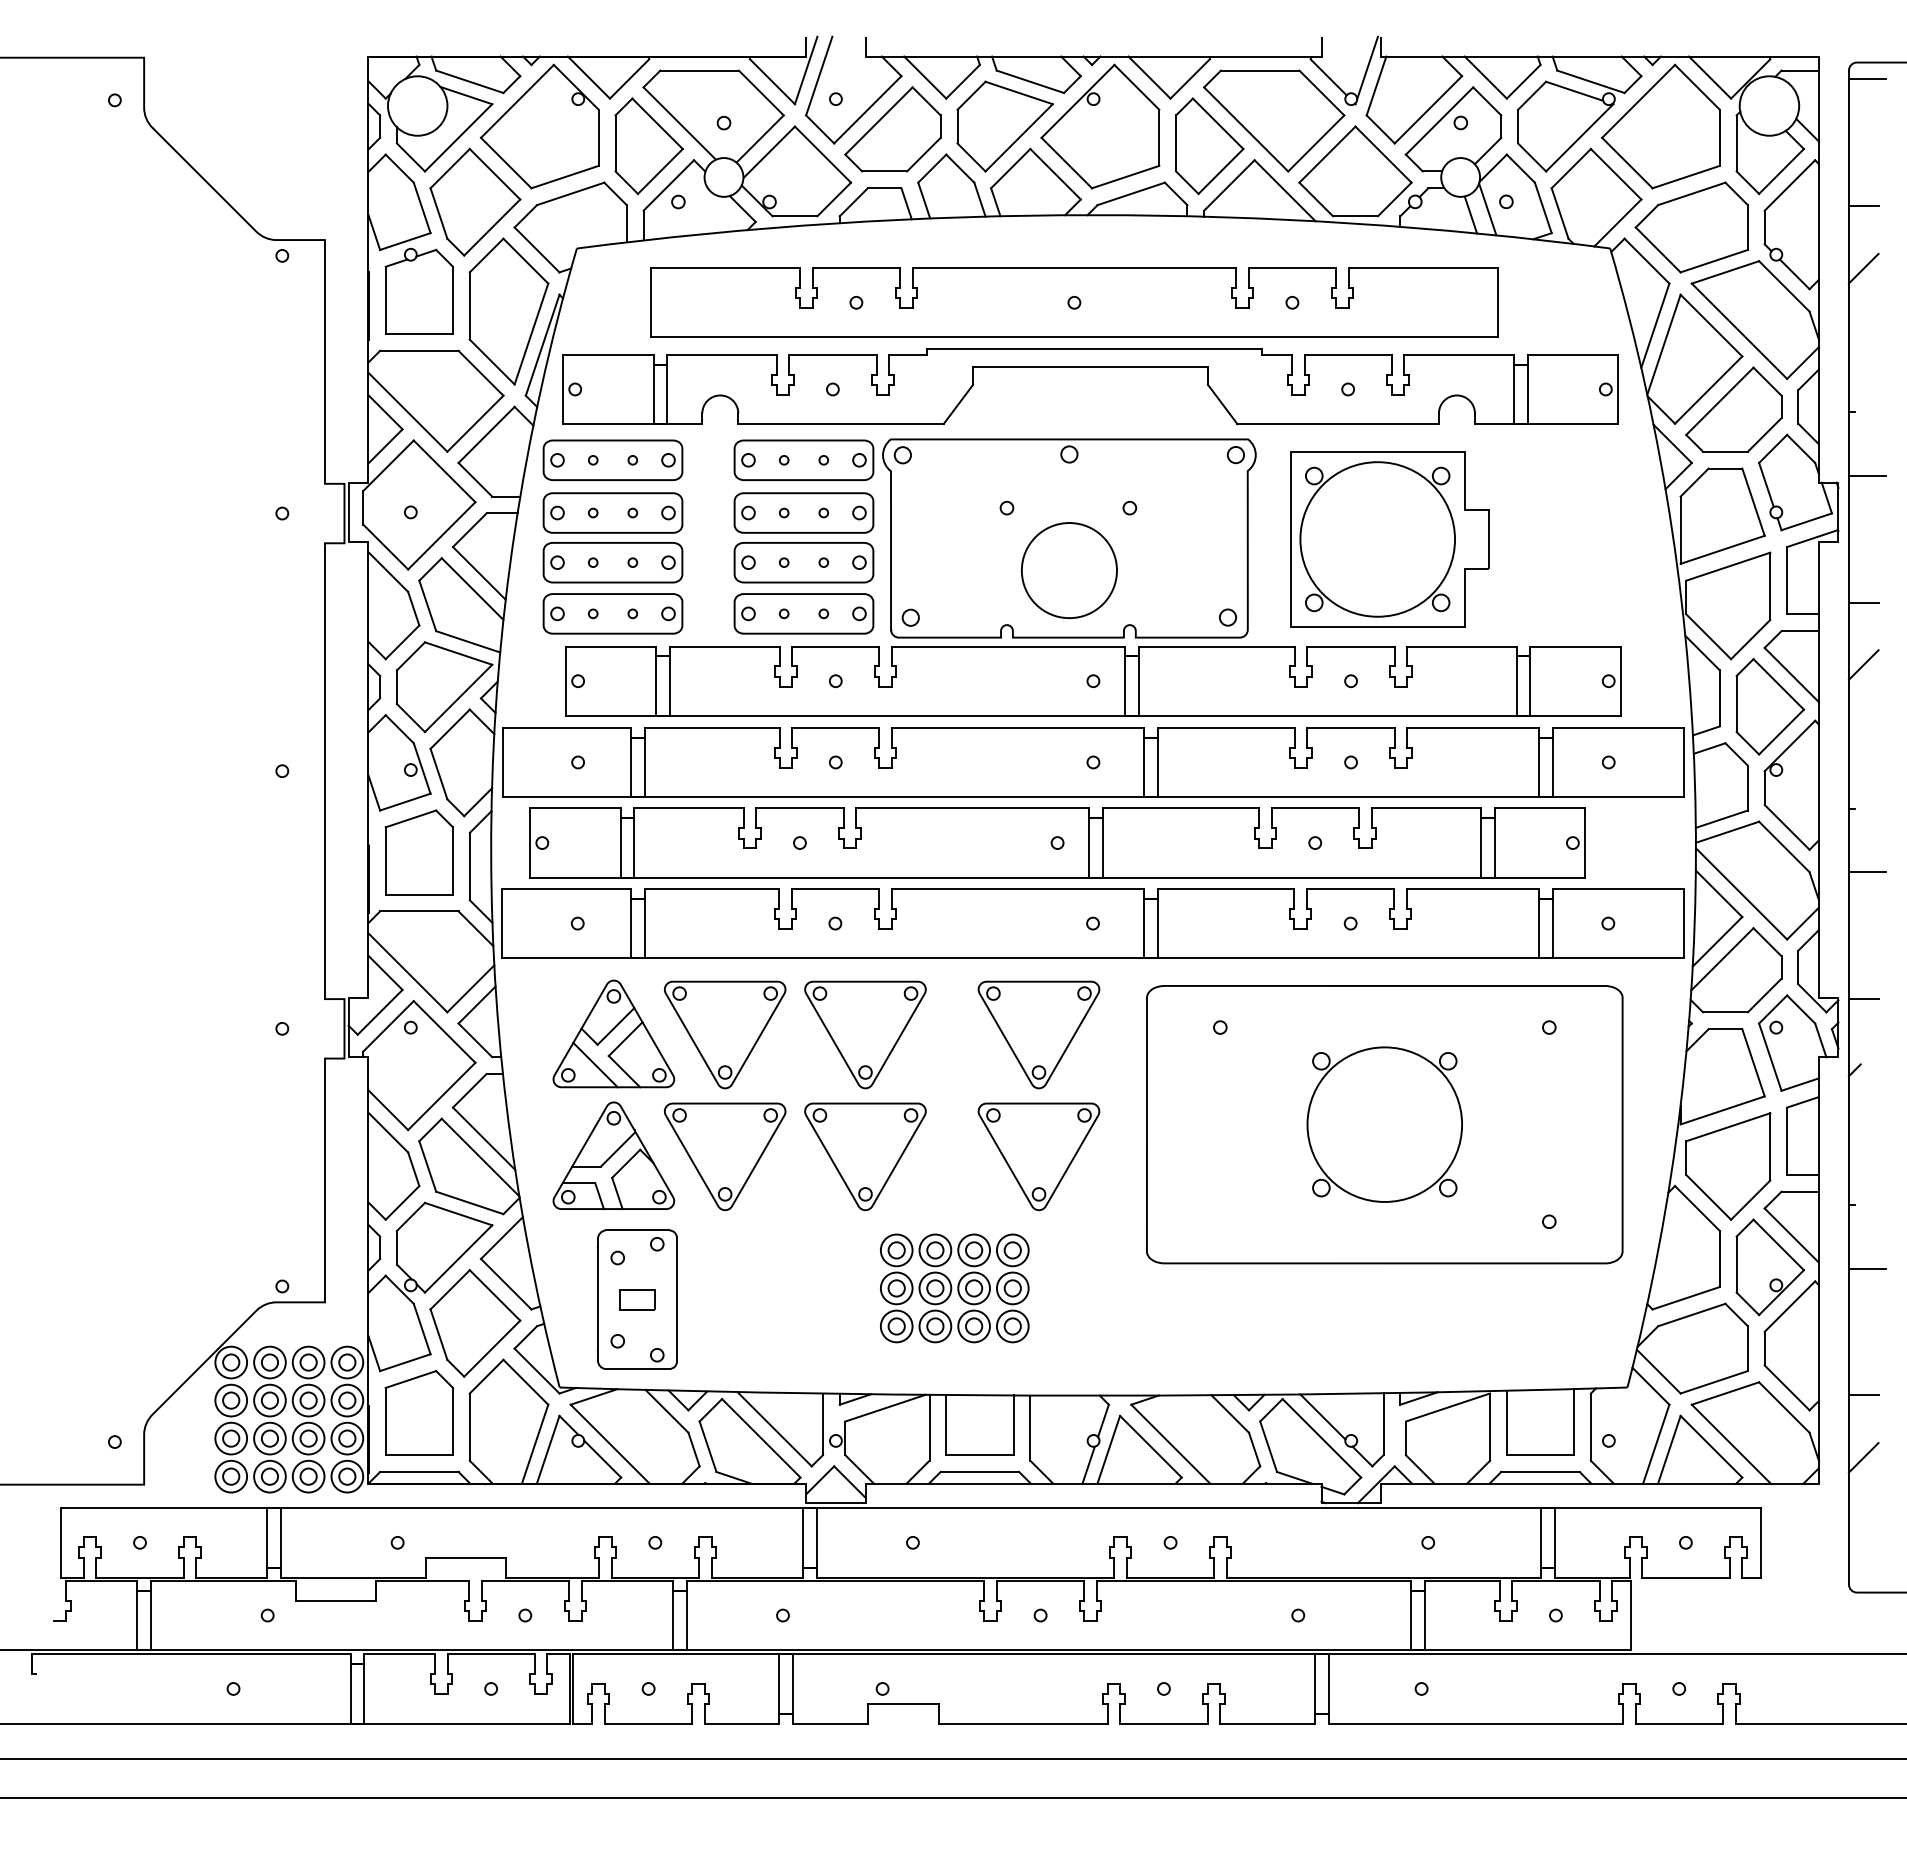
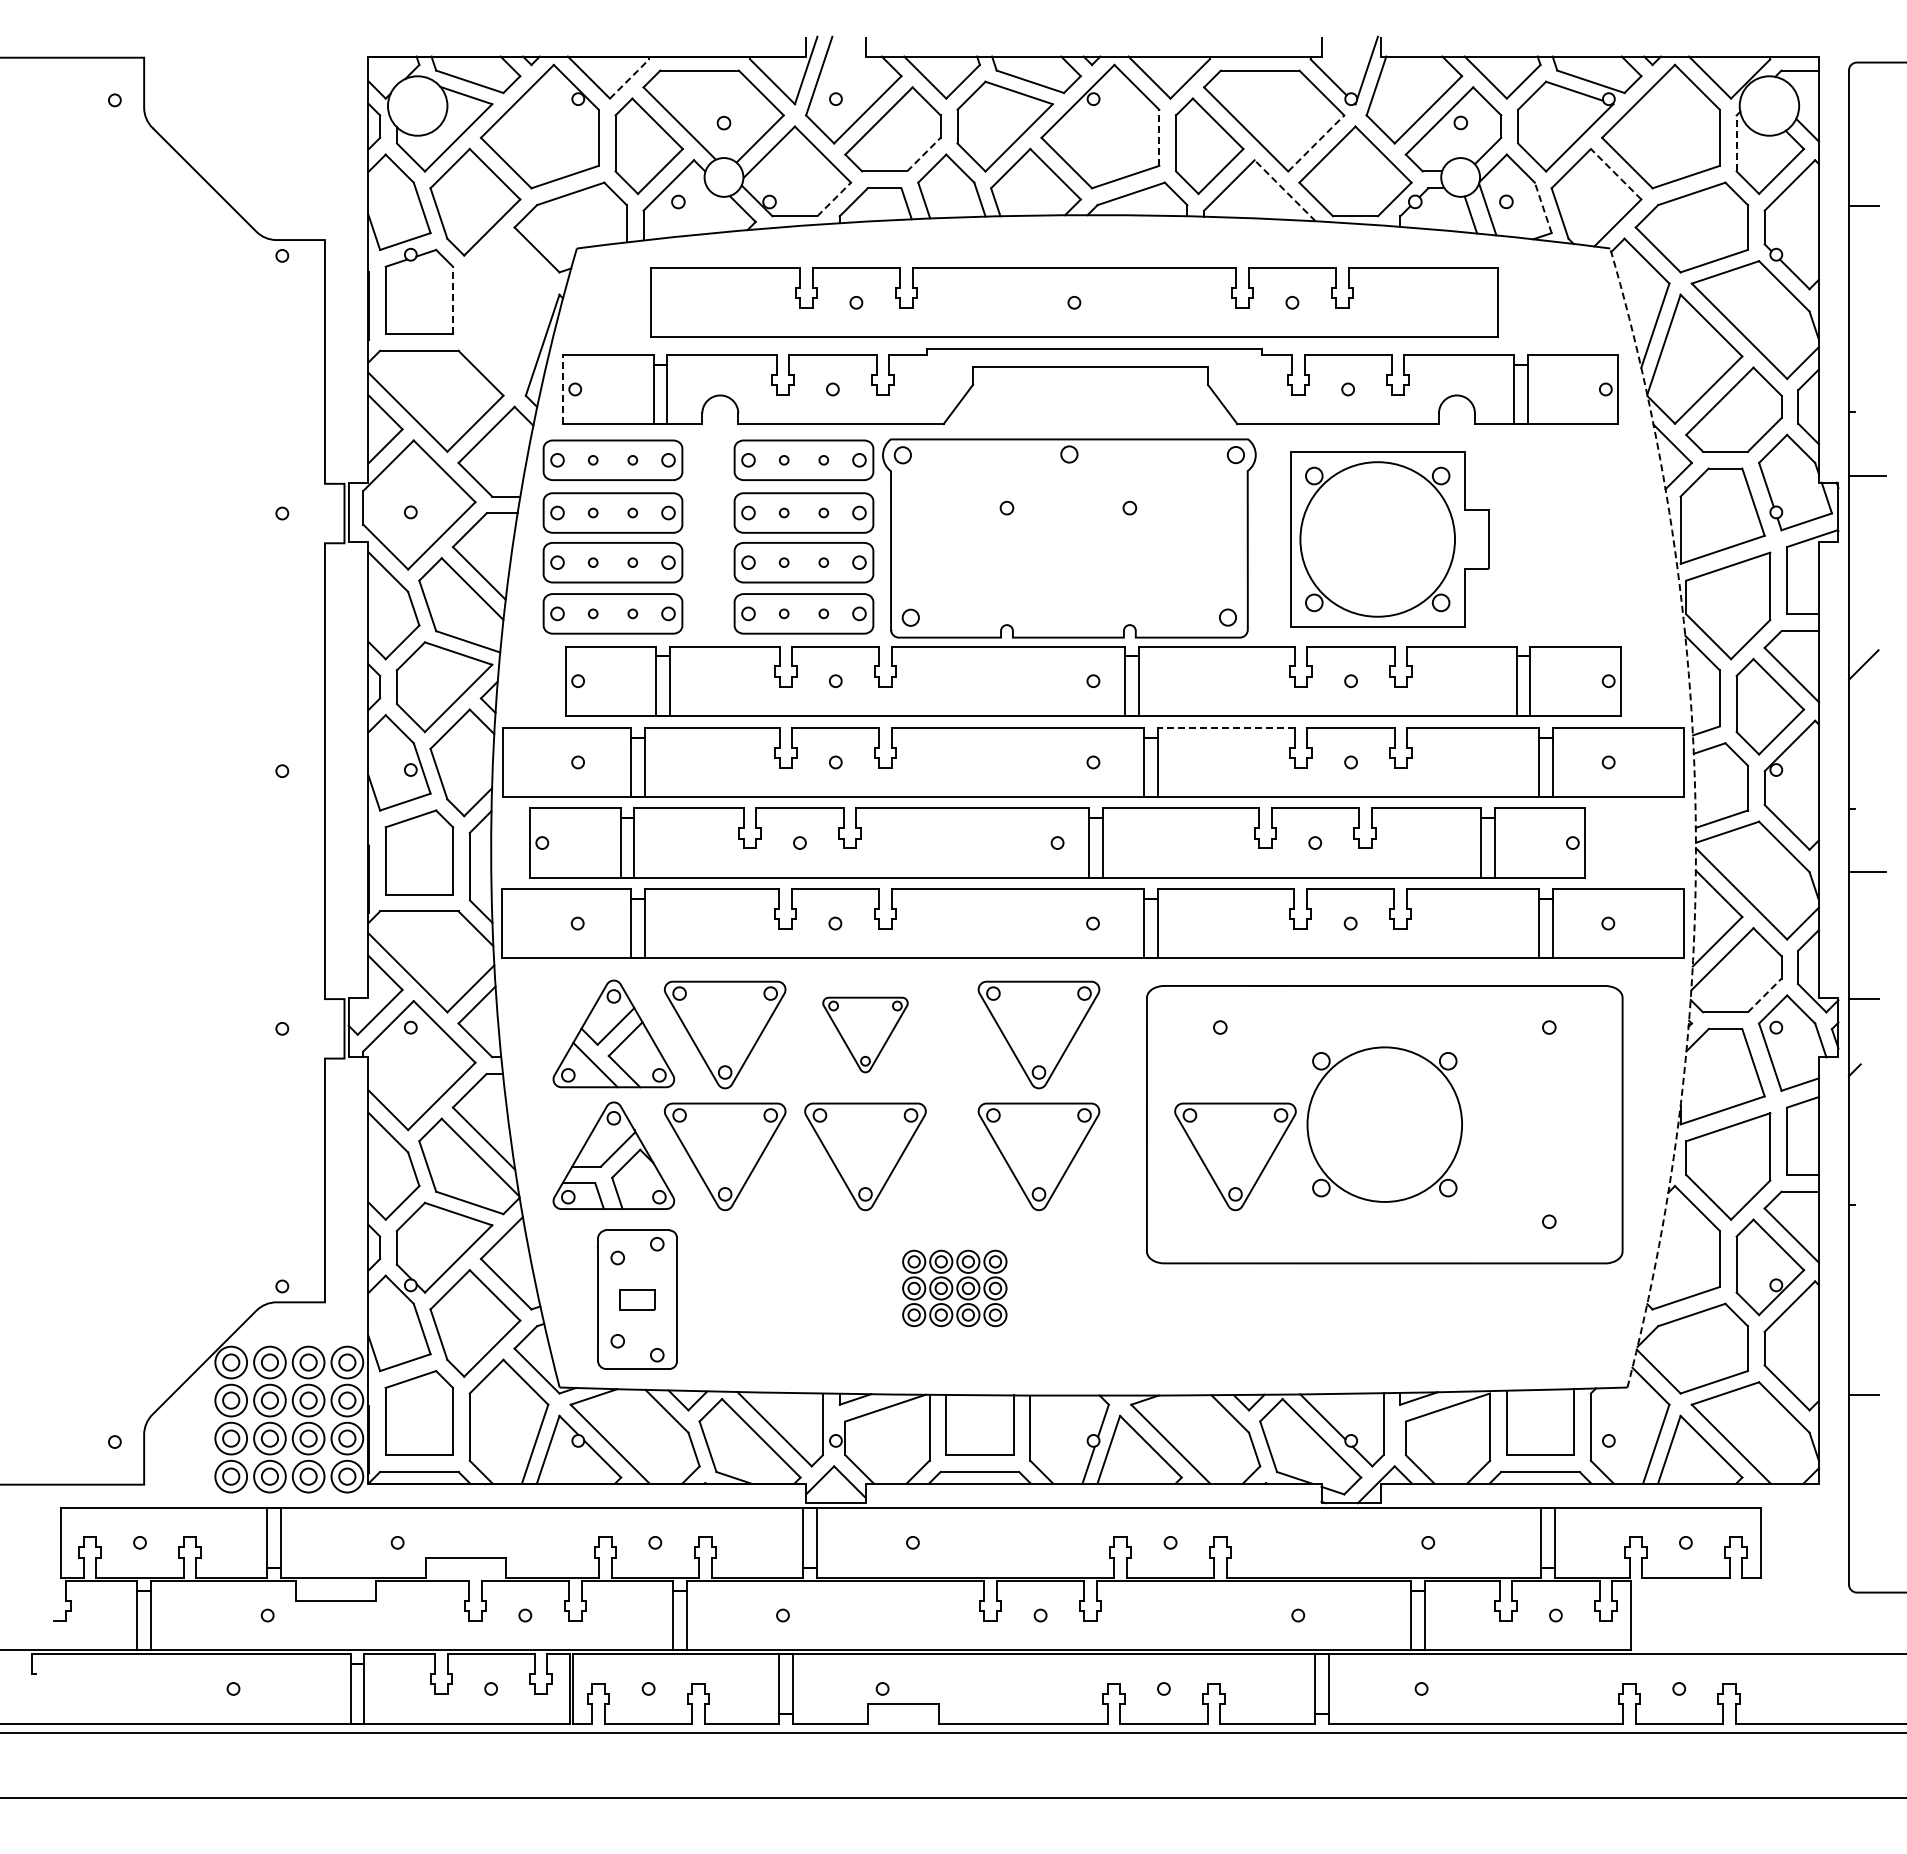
line at (629, 79): solid -> dashed
line at (1867, 79): present -> none
line at (1159, 137): solid -> dashed
line at (1736, 142): solid -> dashed
line at (1316, 143): solid -> dashed
line at (923, 154): solid -> dashed
line at (1616, 174): solid -> dashed
line at (1284, 190): solid -> dashed
line at (834, 199): solid -> dashed
line at (1543, 207): solid -> dashed
line at (1863, 268): present -> none
line at (453, 300): solid -> dashed
part at (508, 311): present -> none
line at (563, 389): solid -> dashed
part at (1069, 570): present -> none
line at (1863, 602): present -> none
line at (1225, 727): solid -> dashed
arc at (1695, 816): solid -> dashed
line at (1764, 995): solid -> dashed
part at (865, 1034) size: 123x110 px -> 87x78 px
part at (1235, 1156): none -> present
line at (1867, 1268): present -> none
part at (954, 1288) size: 150x111 px -> 106x79 px
line at (1863, 1457): present -> none
line at (952, 1758) position: (952, 1758) -> (952, 1732)
